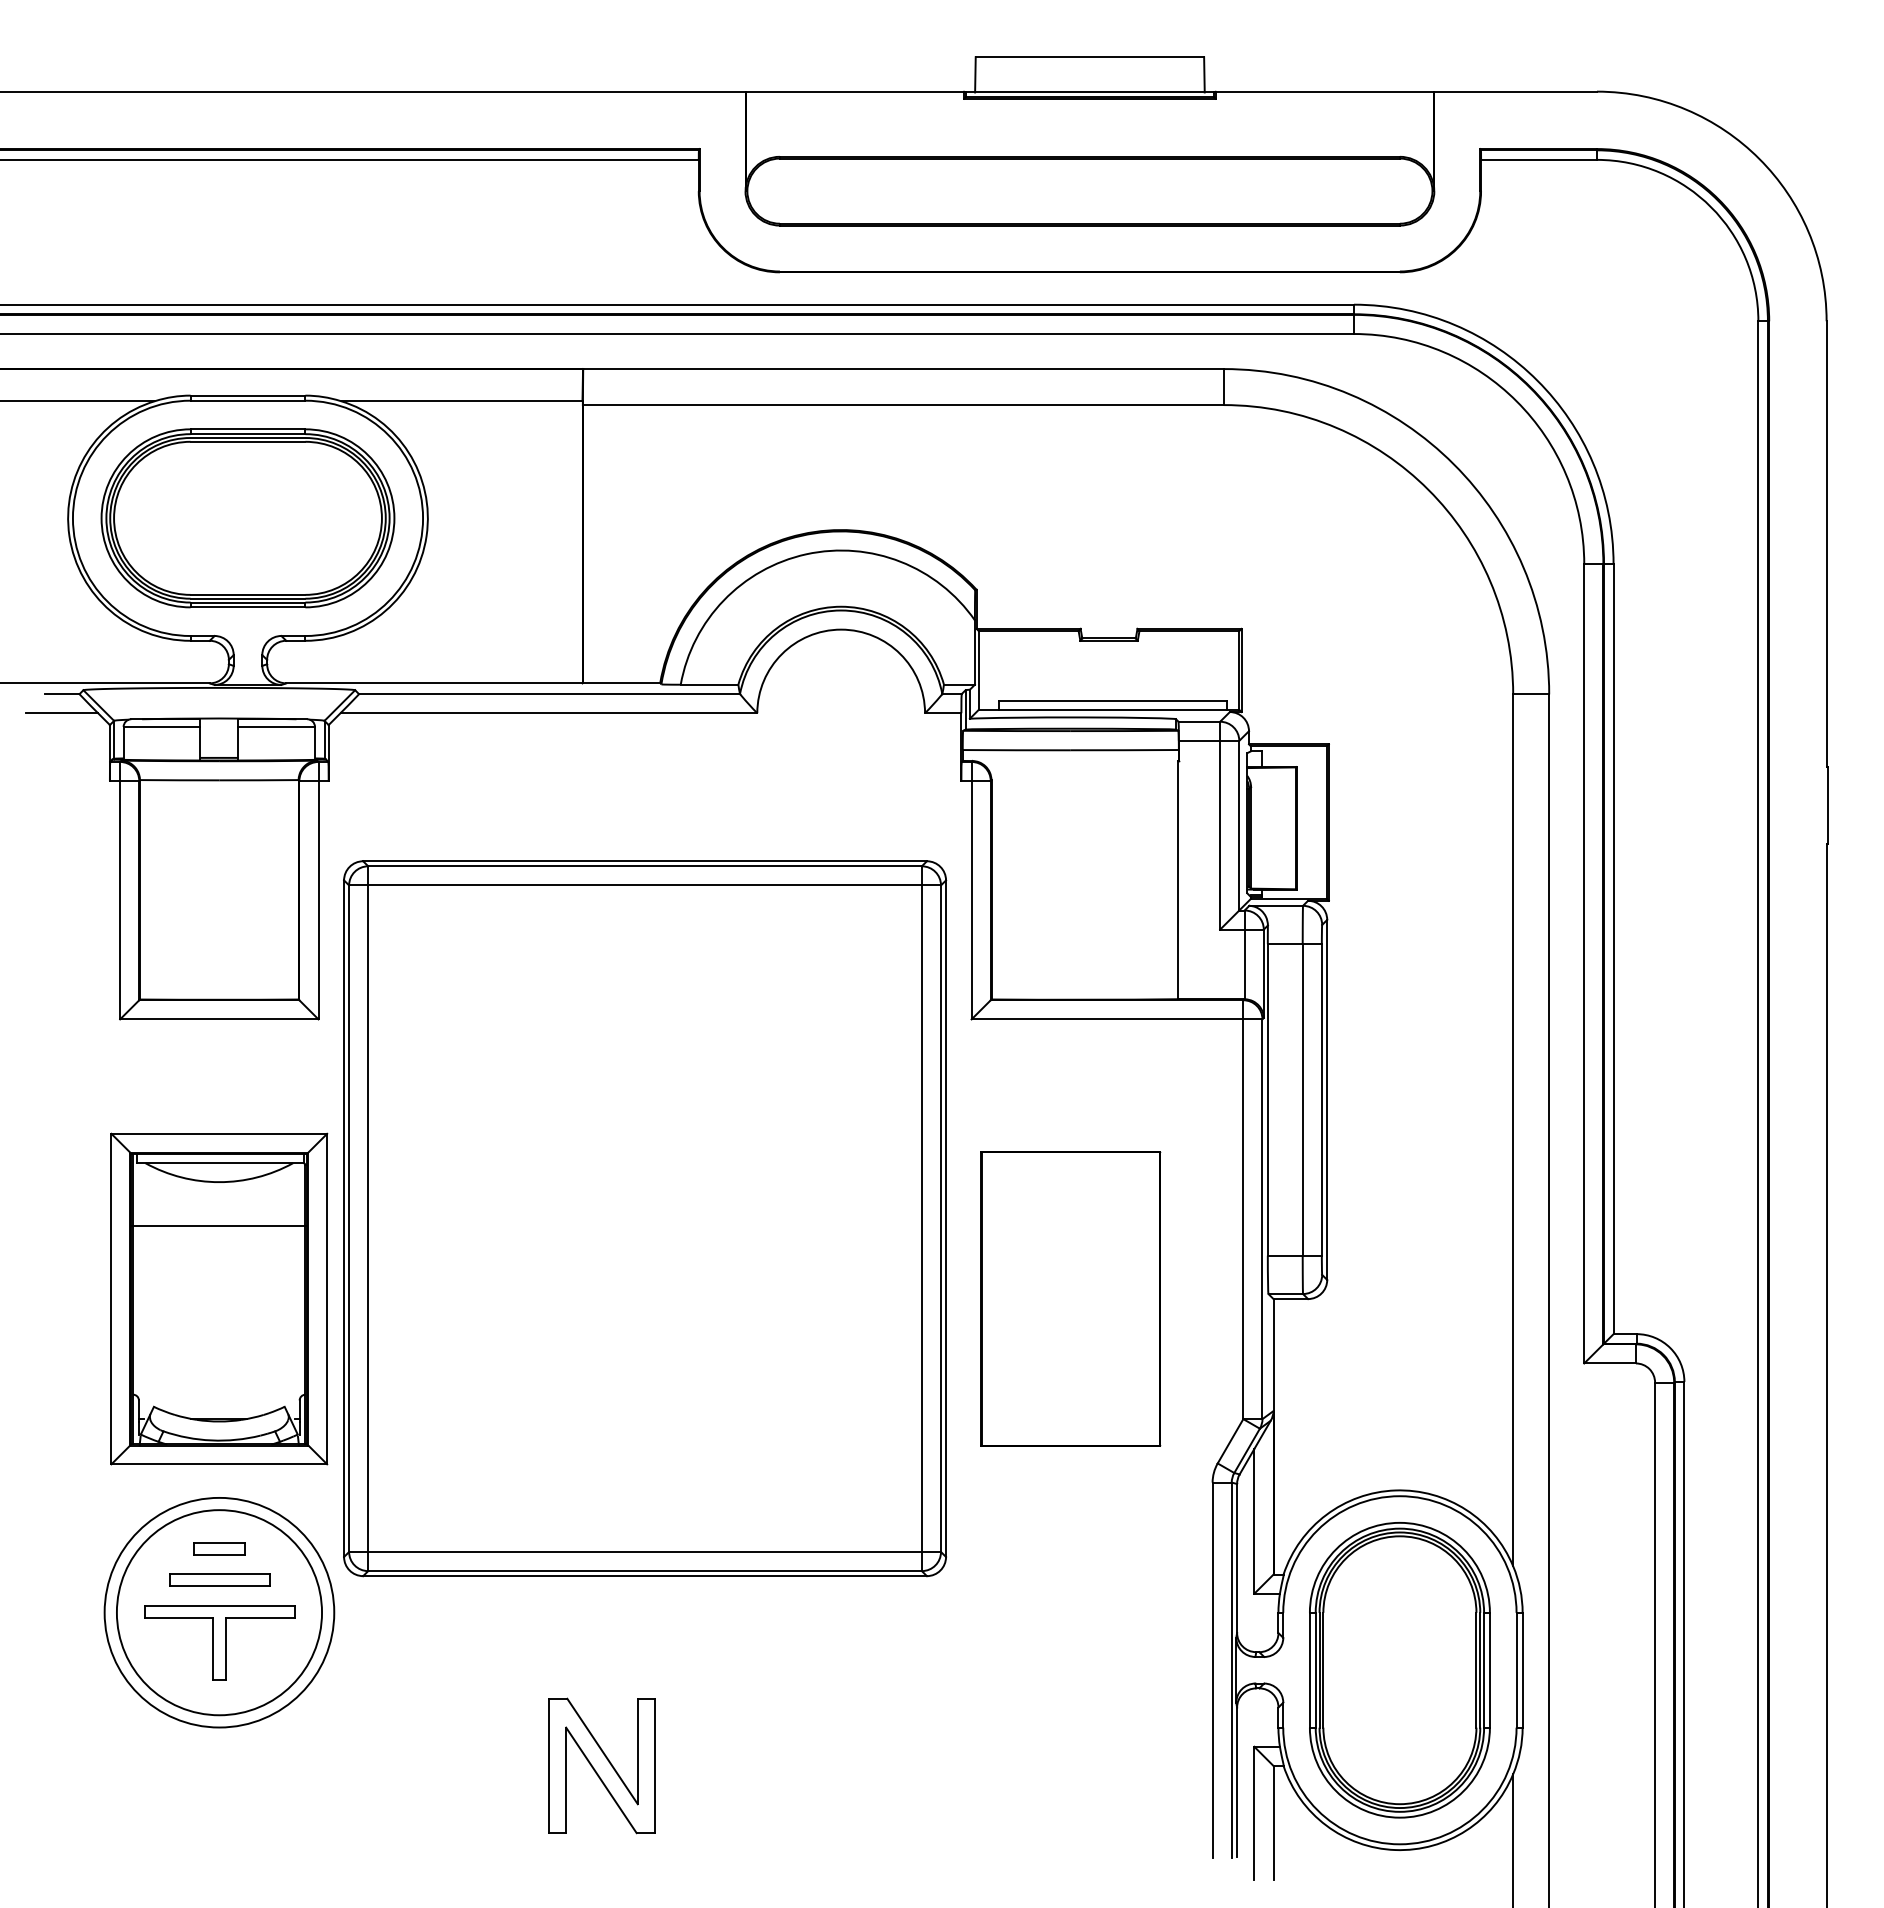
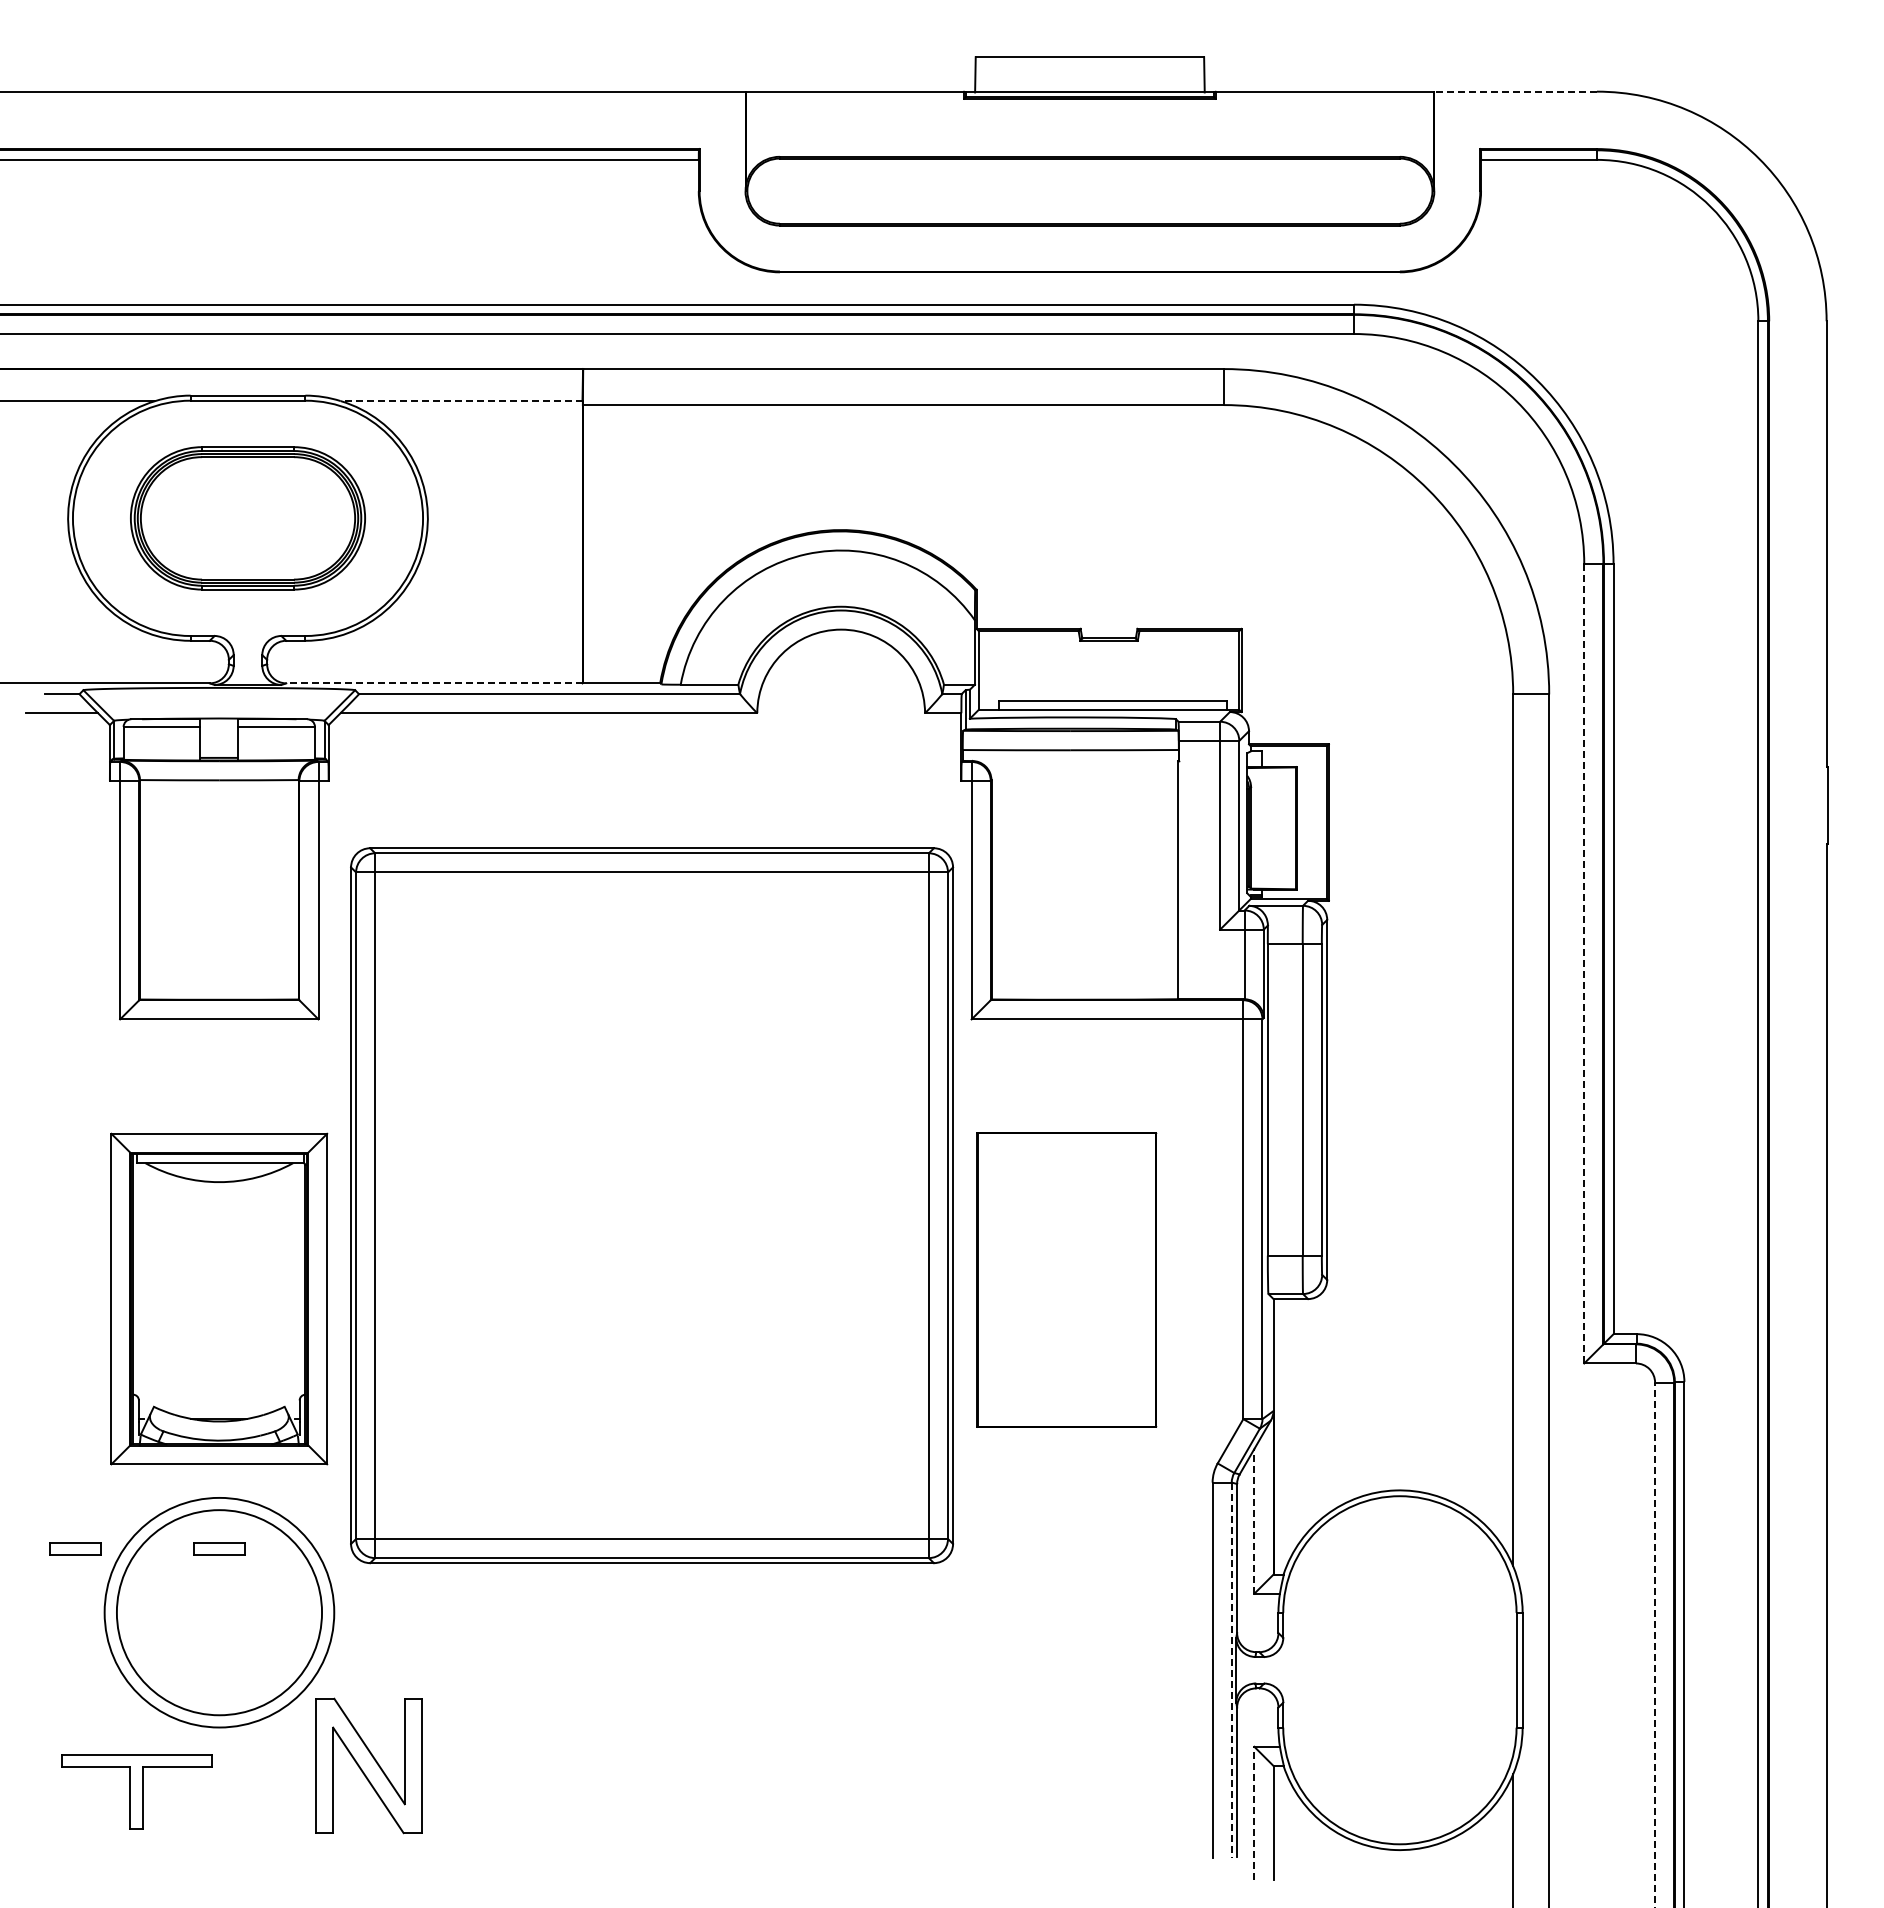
line at (1515, 91): solid -> dashed
line at (461, 401): solid -> dashed
part at (247, 518) size: 296x181 px -> 236x145 px
line at (433, 683): solid -> dashed
line at (1584, 963): solid -> dashed
part at (645, 1218) position: (645, 1218) -> (652, 1205)
line at (219, 1226): present -> none
part at (1070, 1298) position: (1070, 1298) -> (1066, 1279)
line at (1254, 1520): solid -> dashed
part at (75, 1548): none -> present
part at (219, 1579): present -> none
part at (219, 1642) position: (219, 1642) -> (136, 1791)
line at (1655, 1644): solid -> dashed
line at (1231, 1670): solid -> dashed
part at (1399, 1670): present -> none
part at (601, 1765) position: (601, 1765) -> (368, 1765)
line at (1254, 1813): solid -> dashed
